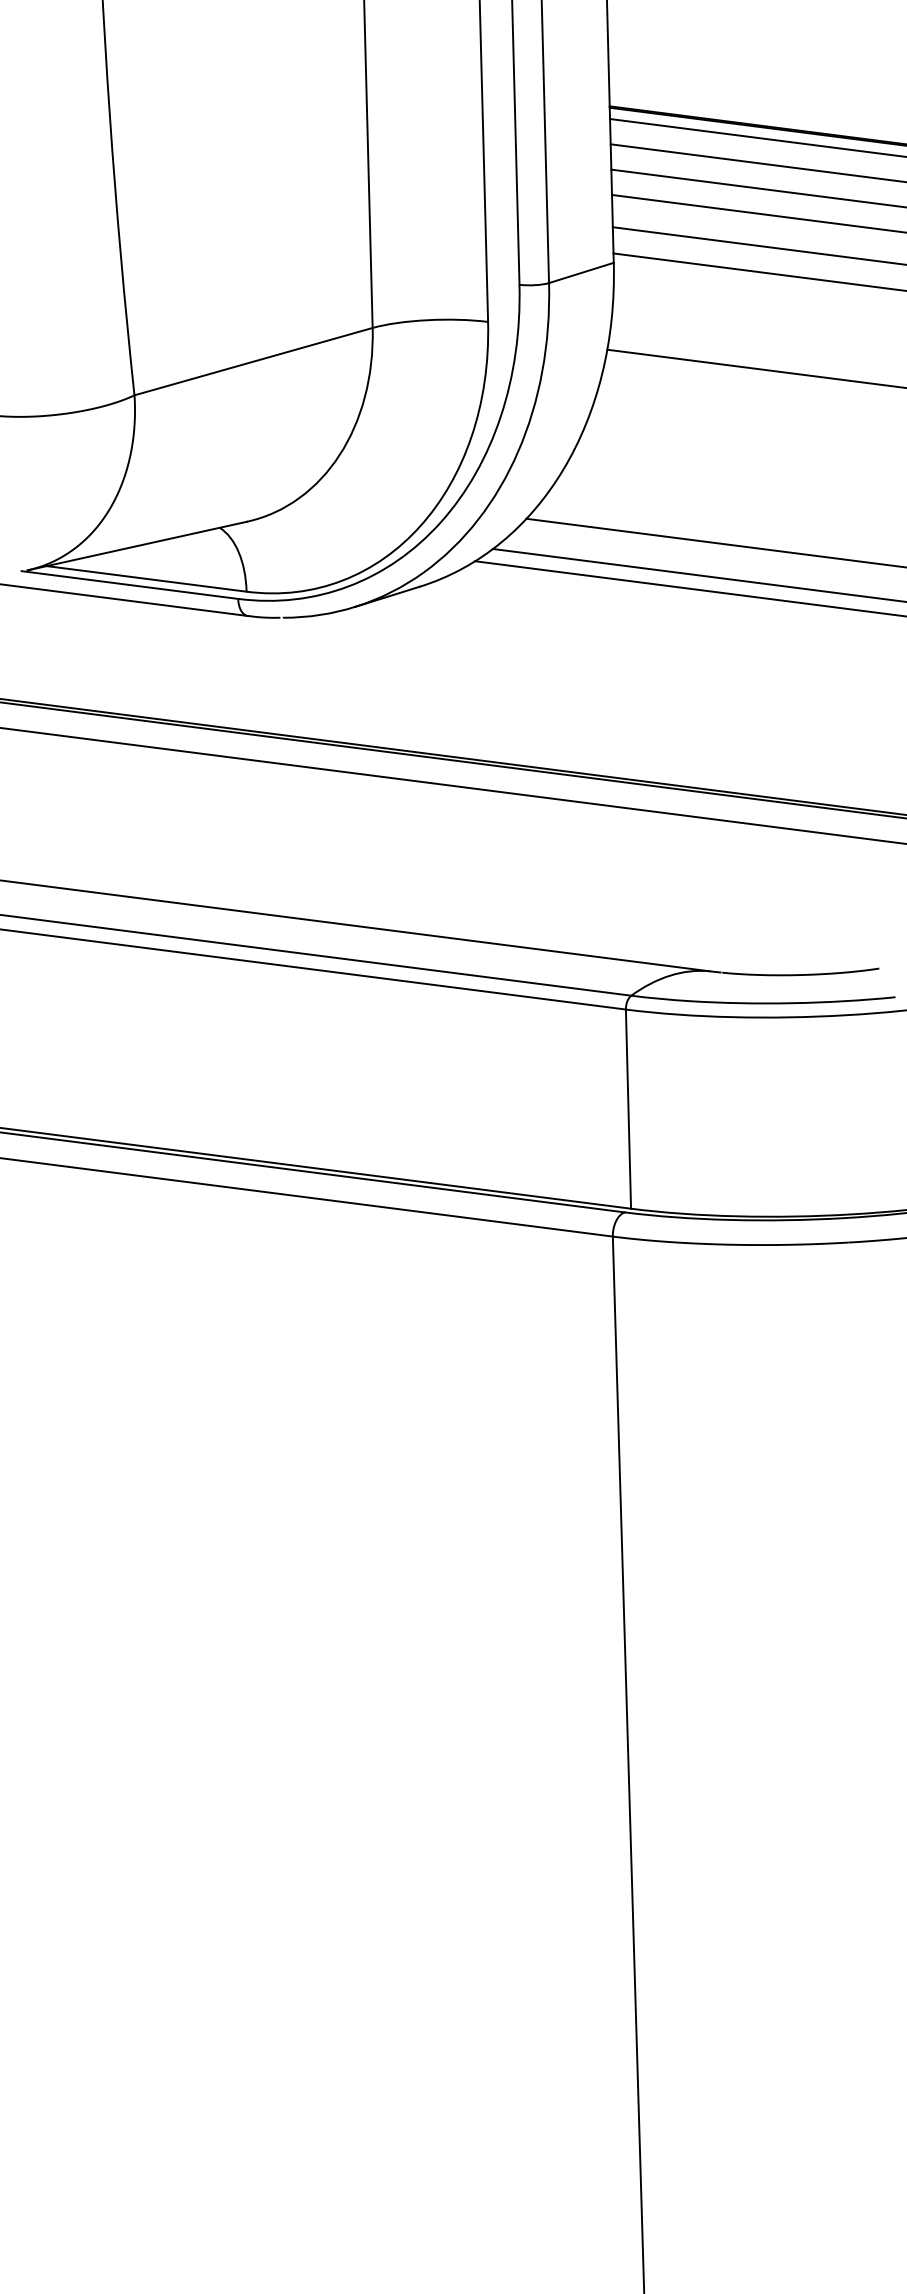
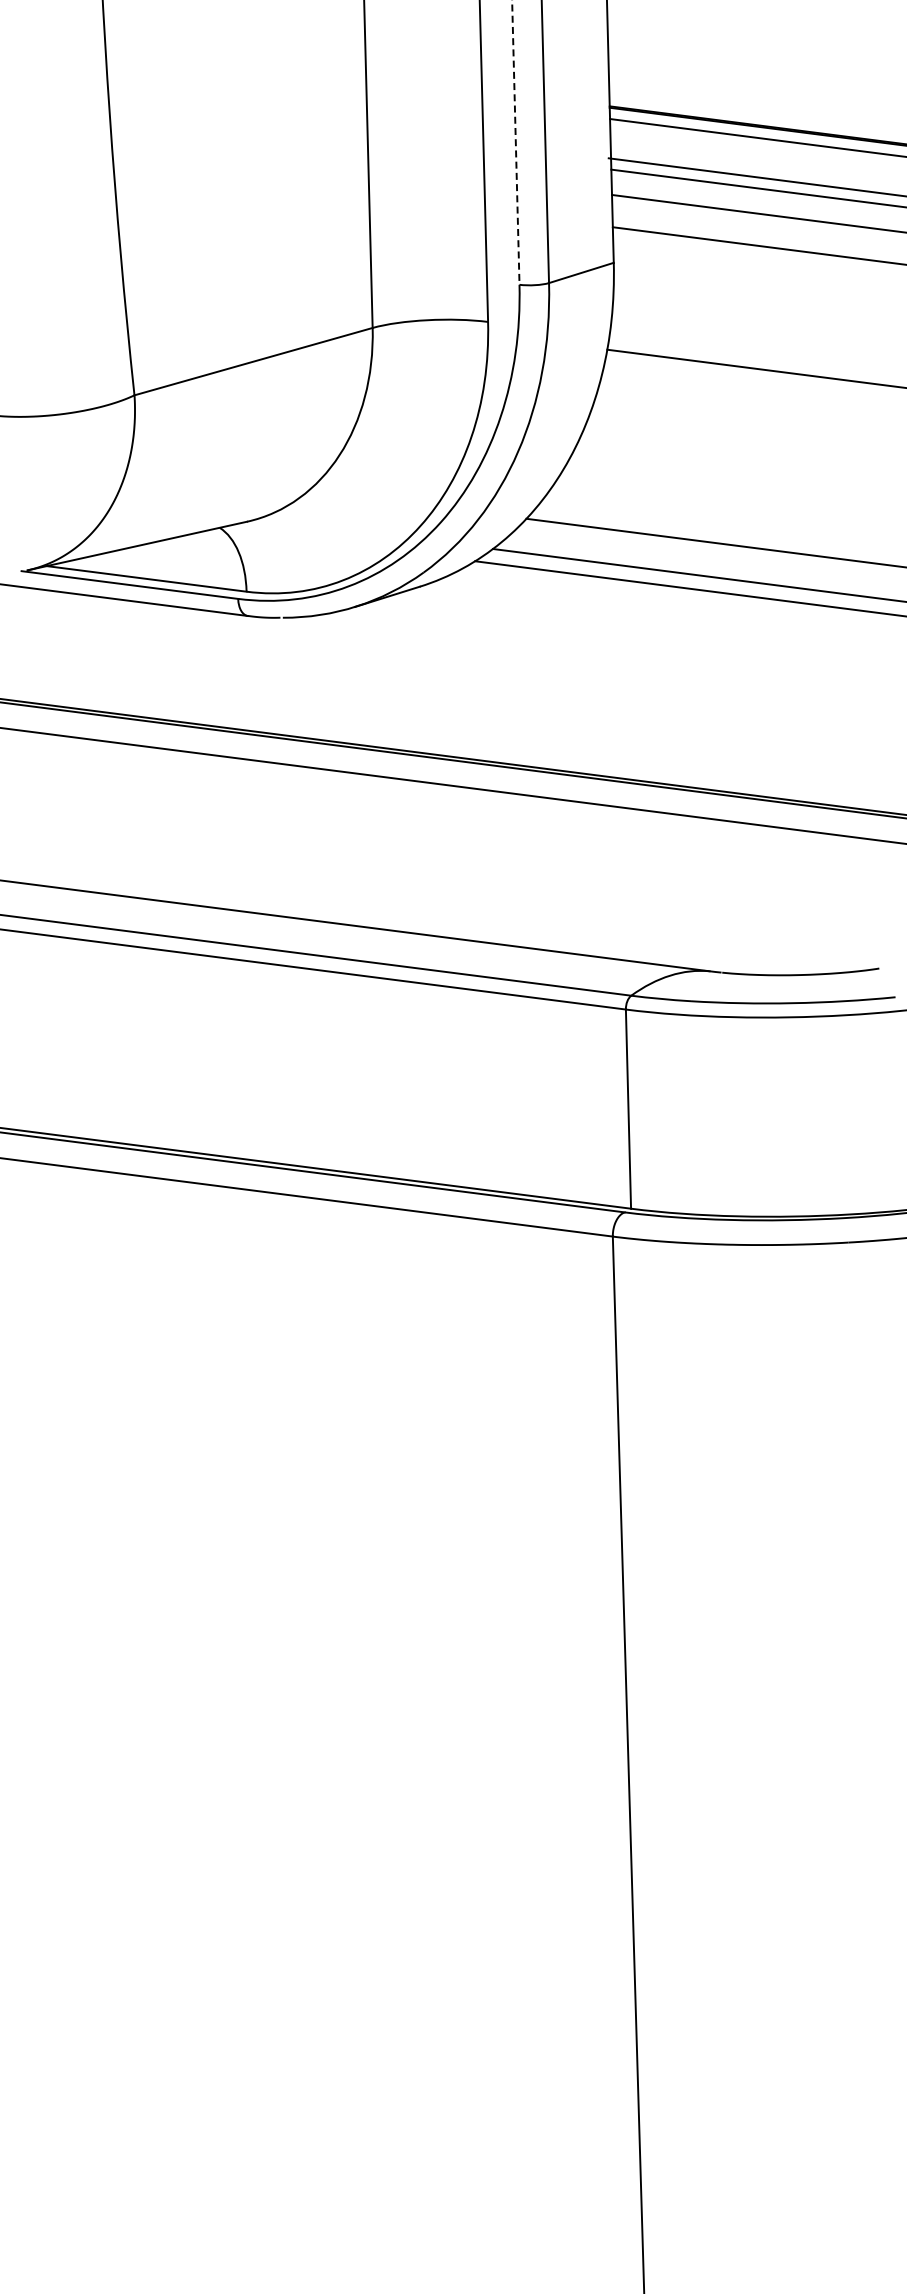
line at (515, 142): solid -> dashed
line at (756, 162) position: (756, 162) -> (755, 177)
line at (758, 271): present -> none
